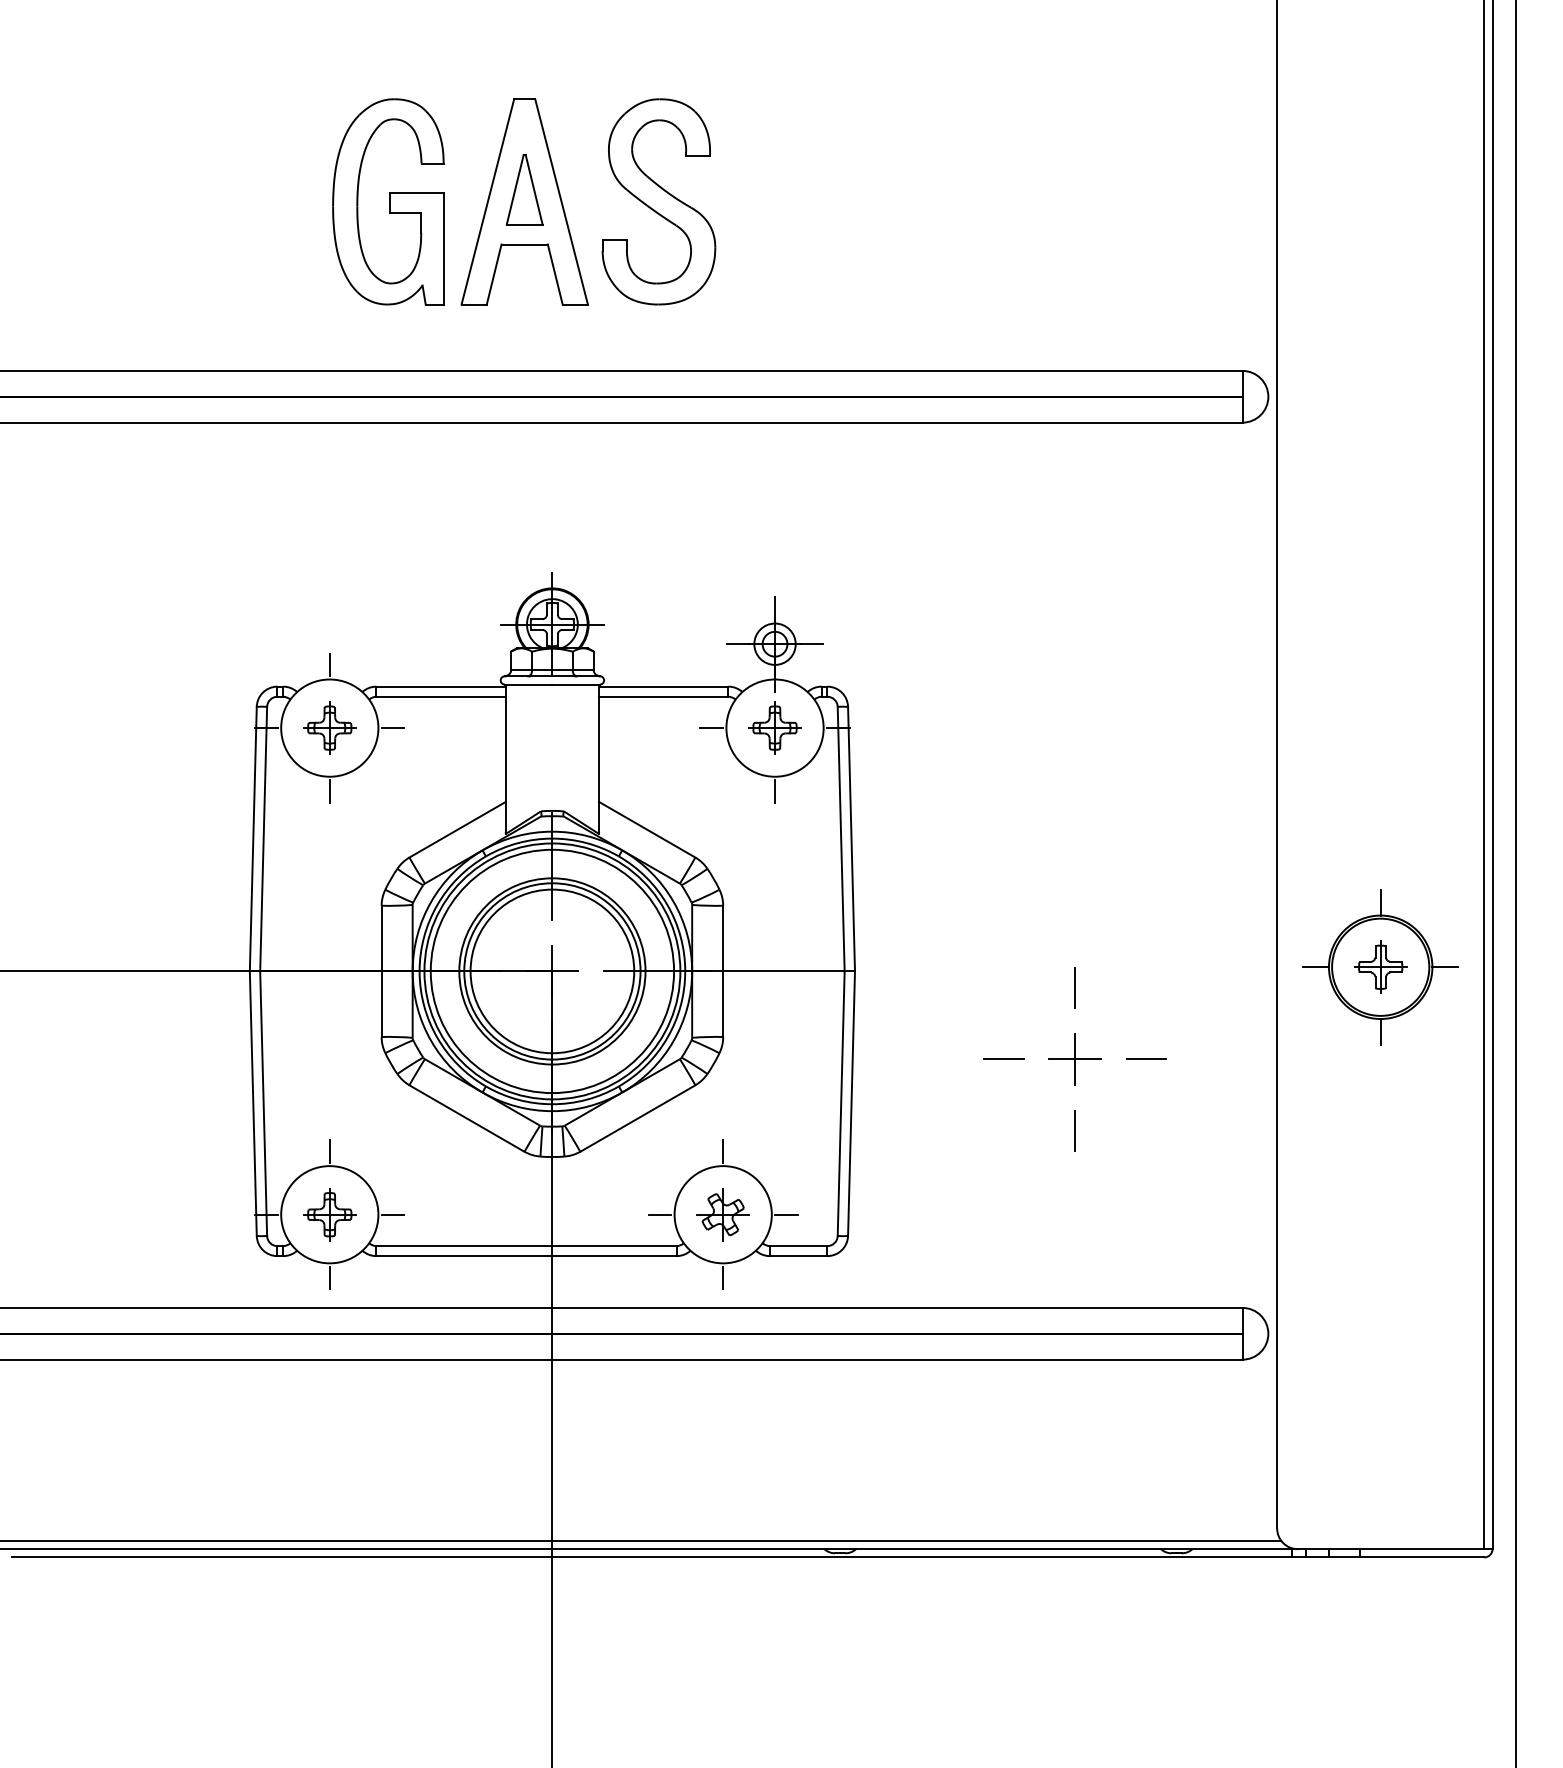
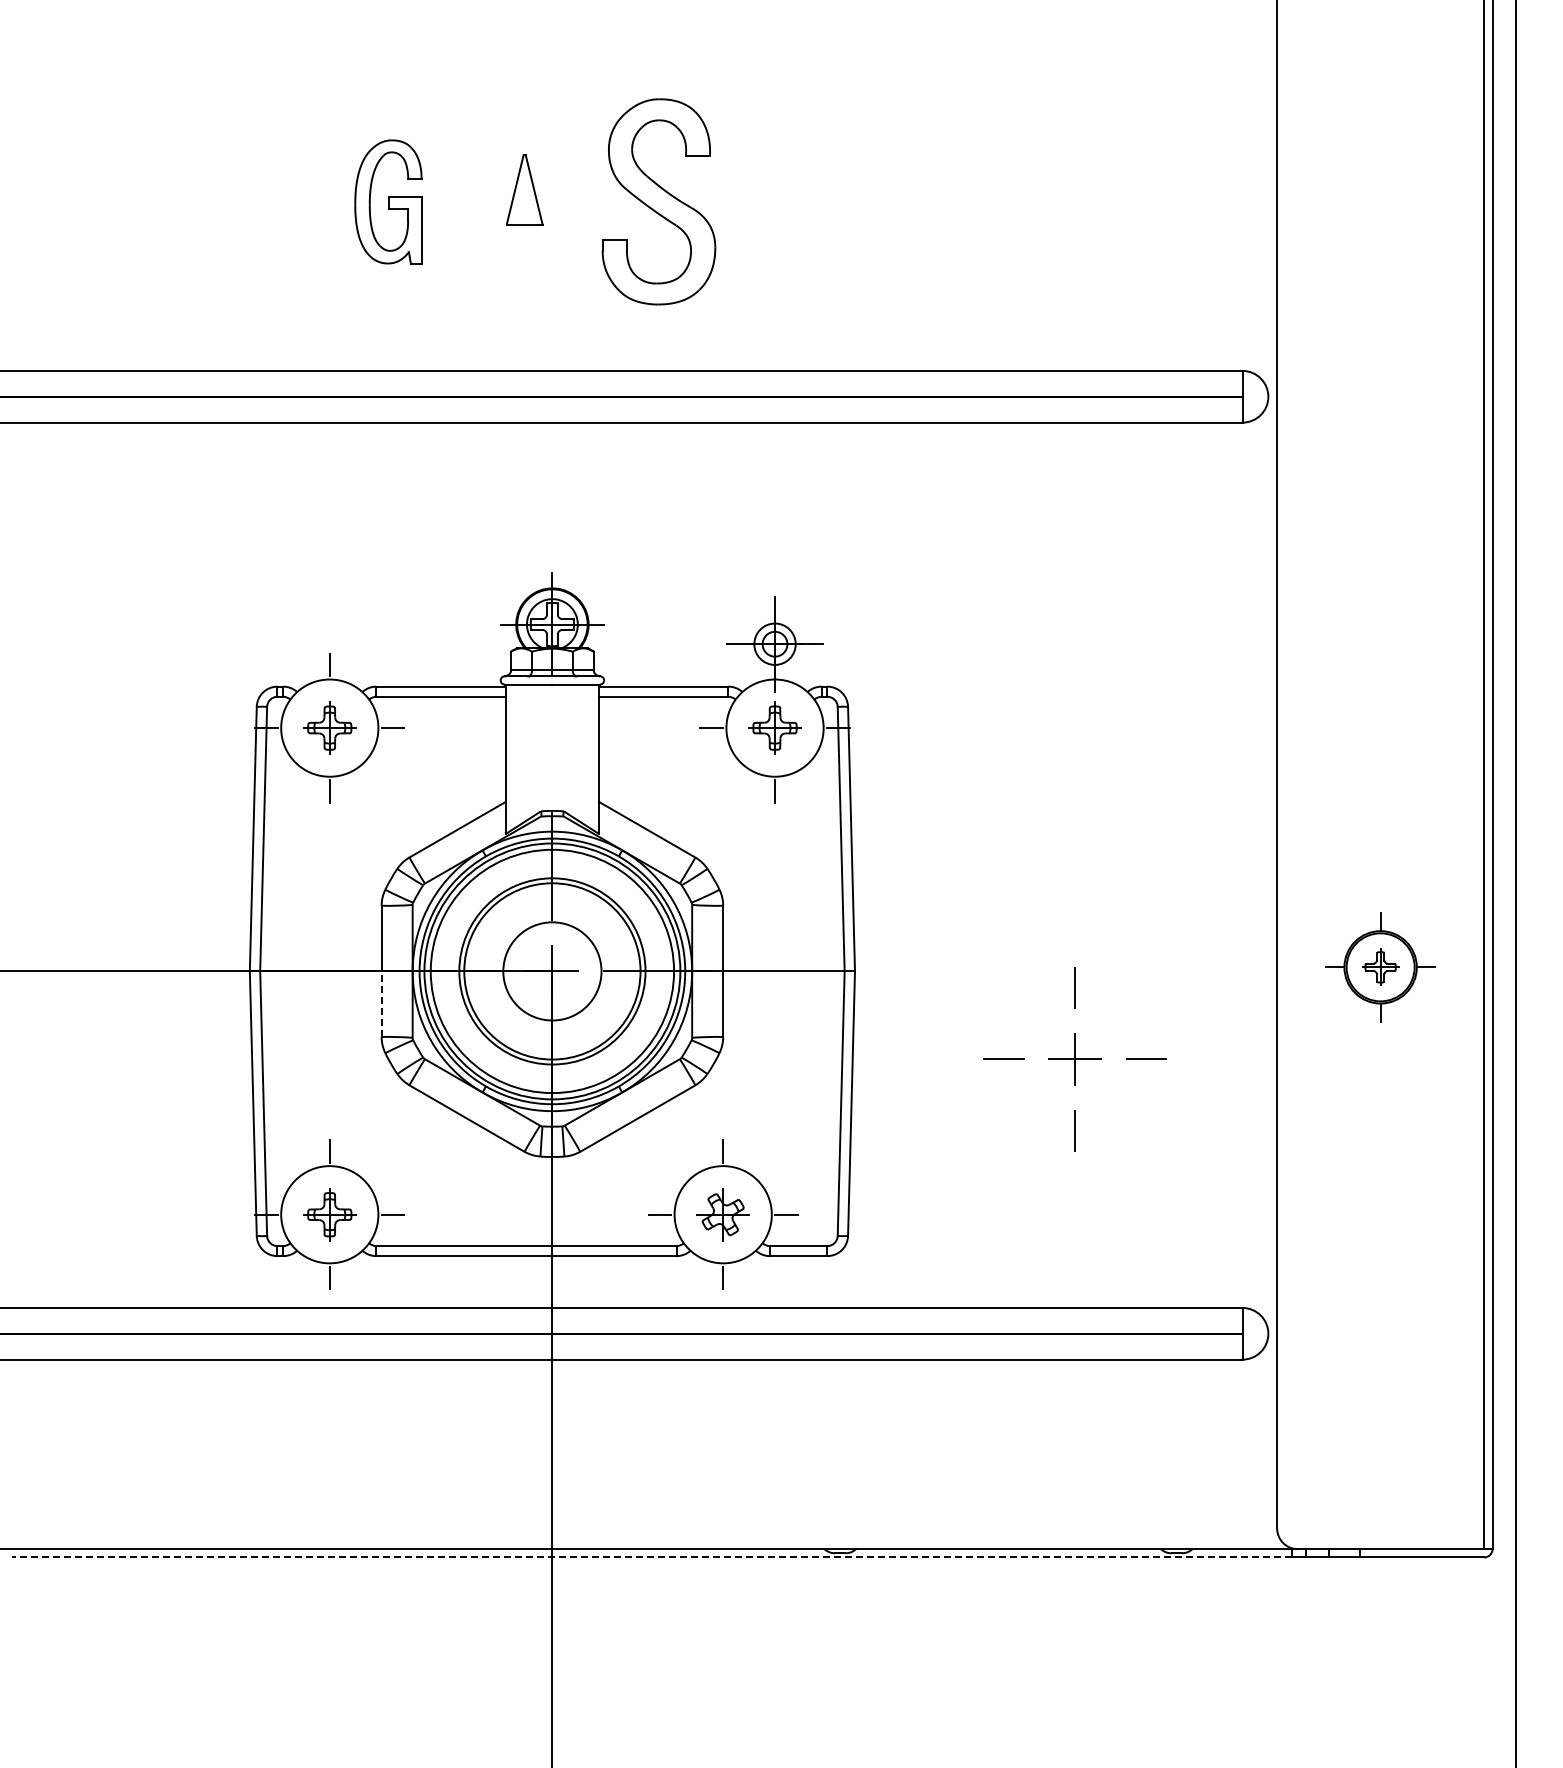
part at (388, 201) size: 113x208 px -> 69x126 px
part at (524, 201): present -> none
part at (1380, 967) size: 157x157 px -> 111x111 px
circle at (552, 971) diameter: 164 px -> 98 px
line at (381, 1004): solid -> dashed
line at (641, 1540): present -> none
line at (651, 1557): solid -> dashed
